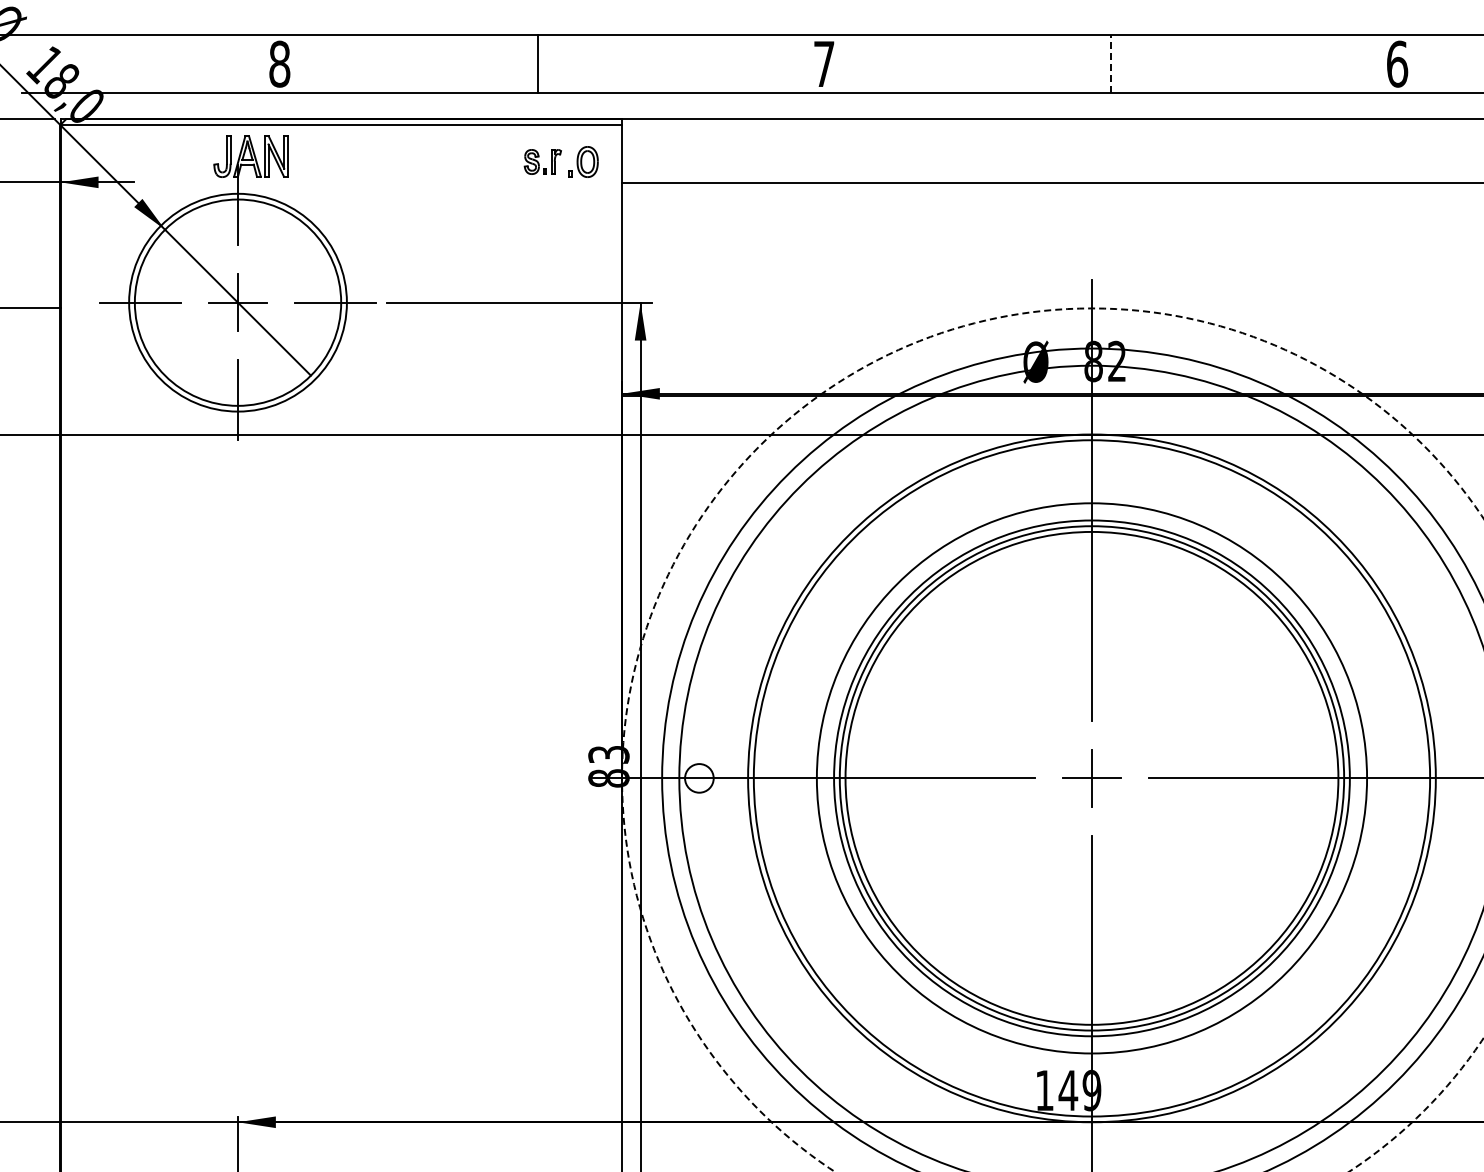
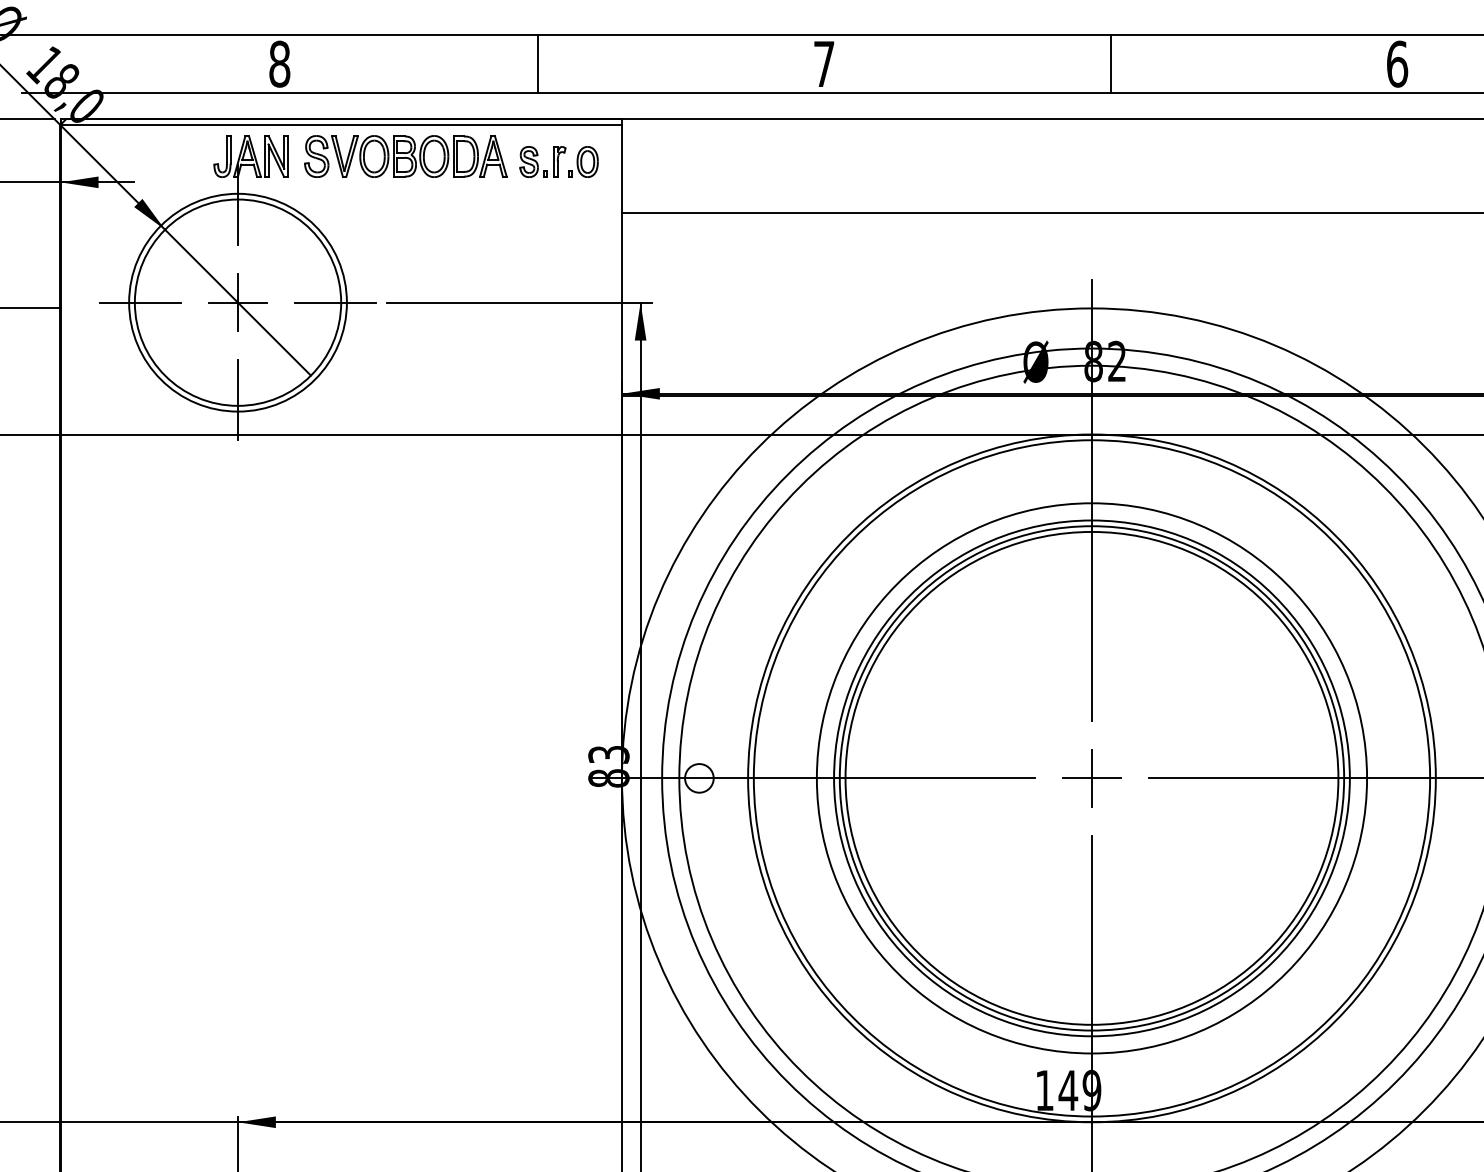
line at (1111, 64): dashed -> solid
part at (405, 156): none -> present
part at (542, 161) size: 39x26 px -> 48x32 px
line at (1051, 182) position: (1051, 182) -> (1051, 212)
circle at (1052, 739): dashed -> solid
